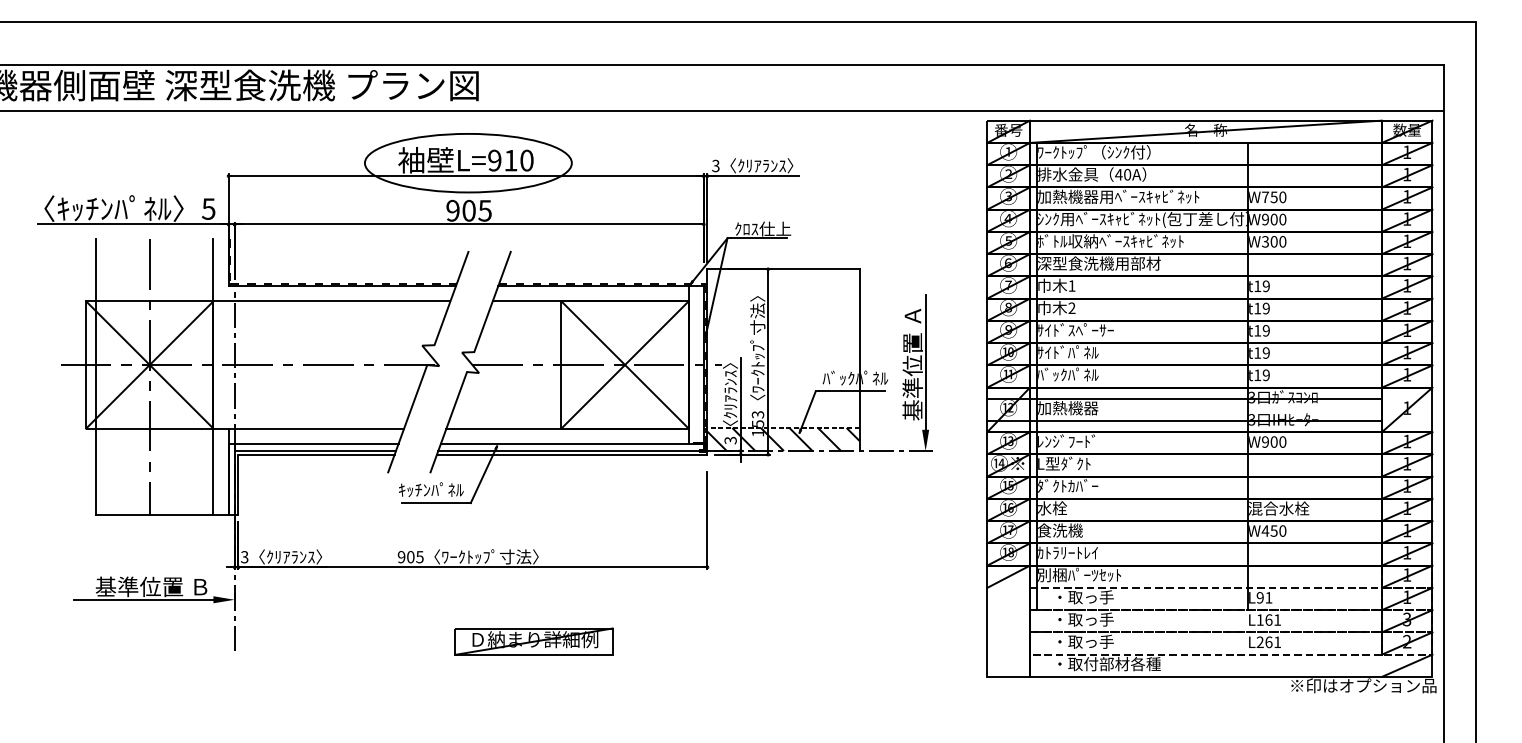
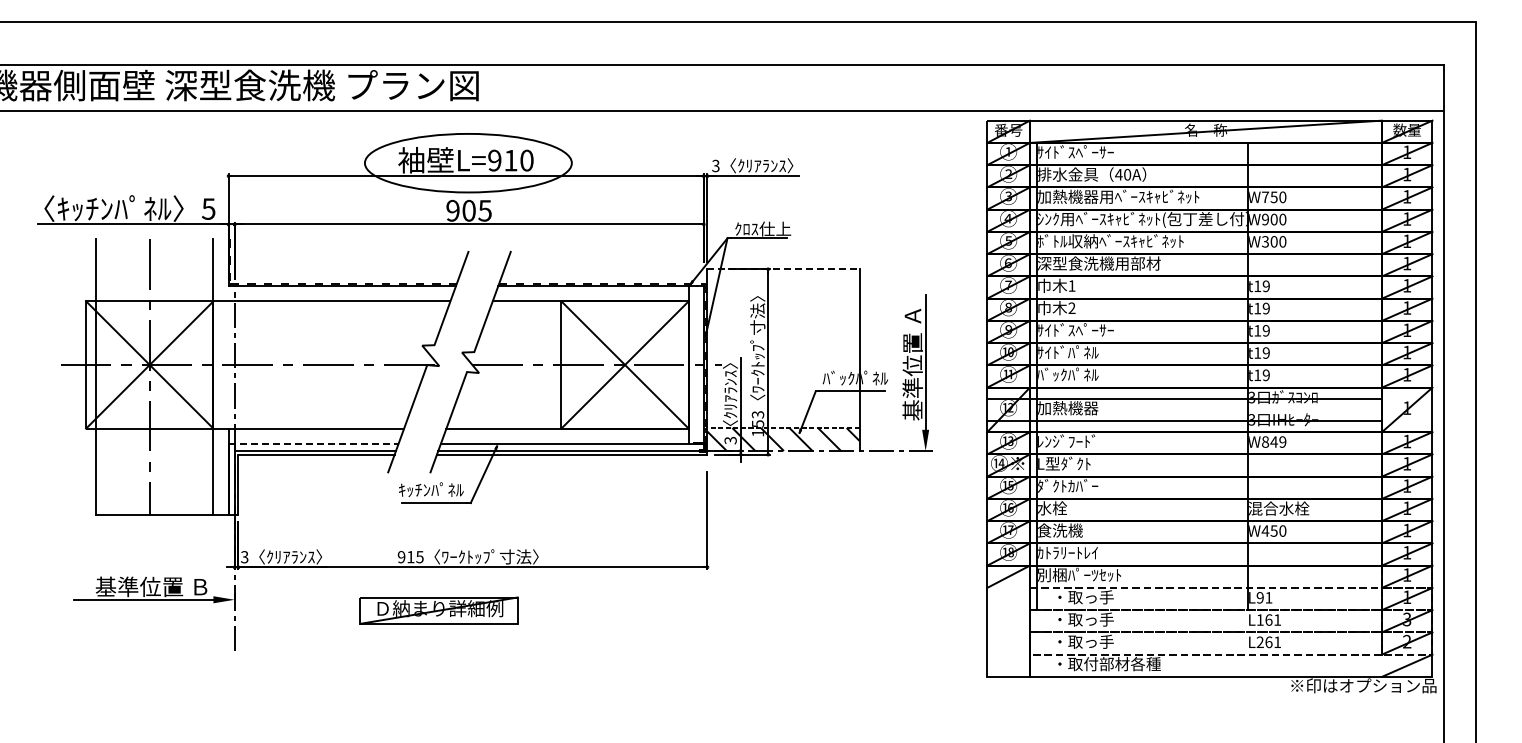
text at (1094, 152): ﾜｰｸﾄｯﾌﾟ（ｼﾝｸ付） -> ｻｲﾄﾞｽﾍﾟｰｻｰ
line at (784, 269): solid -> dashed
text at (1274, 441): W900 -> W849
line at (314, 443): solid -> dashed
text at (410, 557): 905 -> 915
part at (533, 641) position: (533, 641) -> (438, 610)
